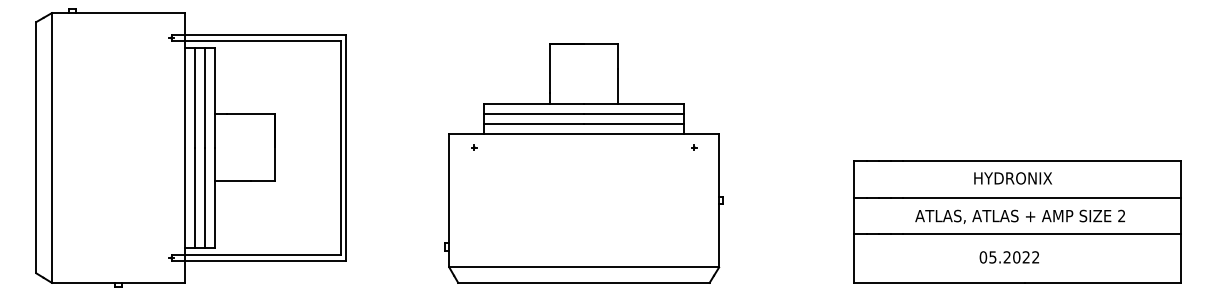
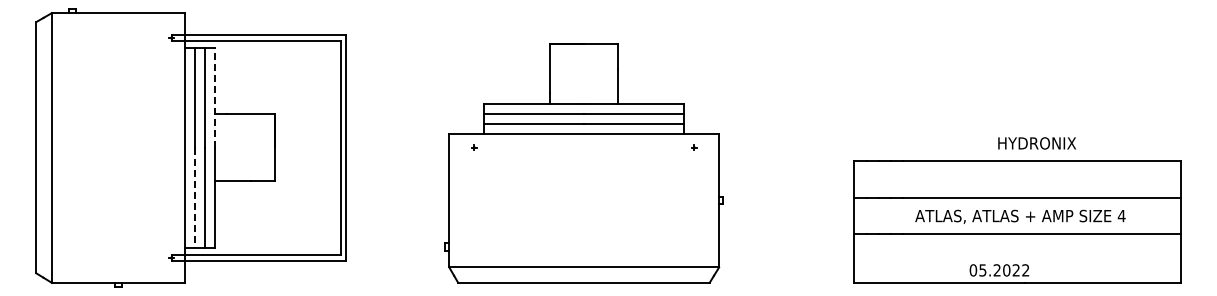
line at (214, 97): solid -> dashed
text at (1013, 178) position: (1013, 178) -> (1037, 143)
line at (195, 198): solid -> dashed
text at (1121, 215): 2 -> 4
text at (1009, 257) position: (1009, 257) -> (999, 270)
